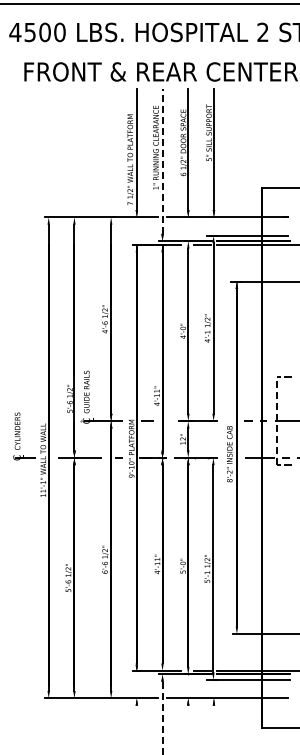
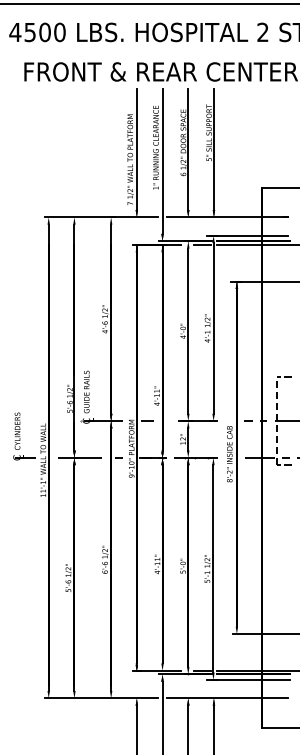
line at (162, 161): dashed -> solid
line at (162, 718): dashed -> solid
line at (136, 728): none -> present
line at (188, 728): none -> present
line at (213, 728): none -> present
